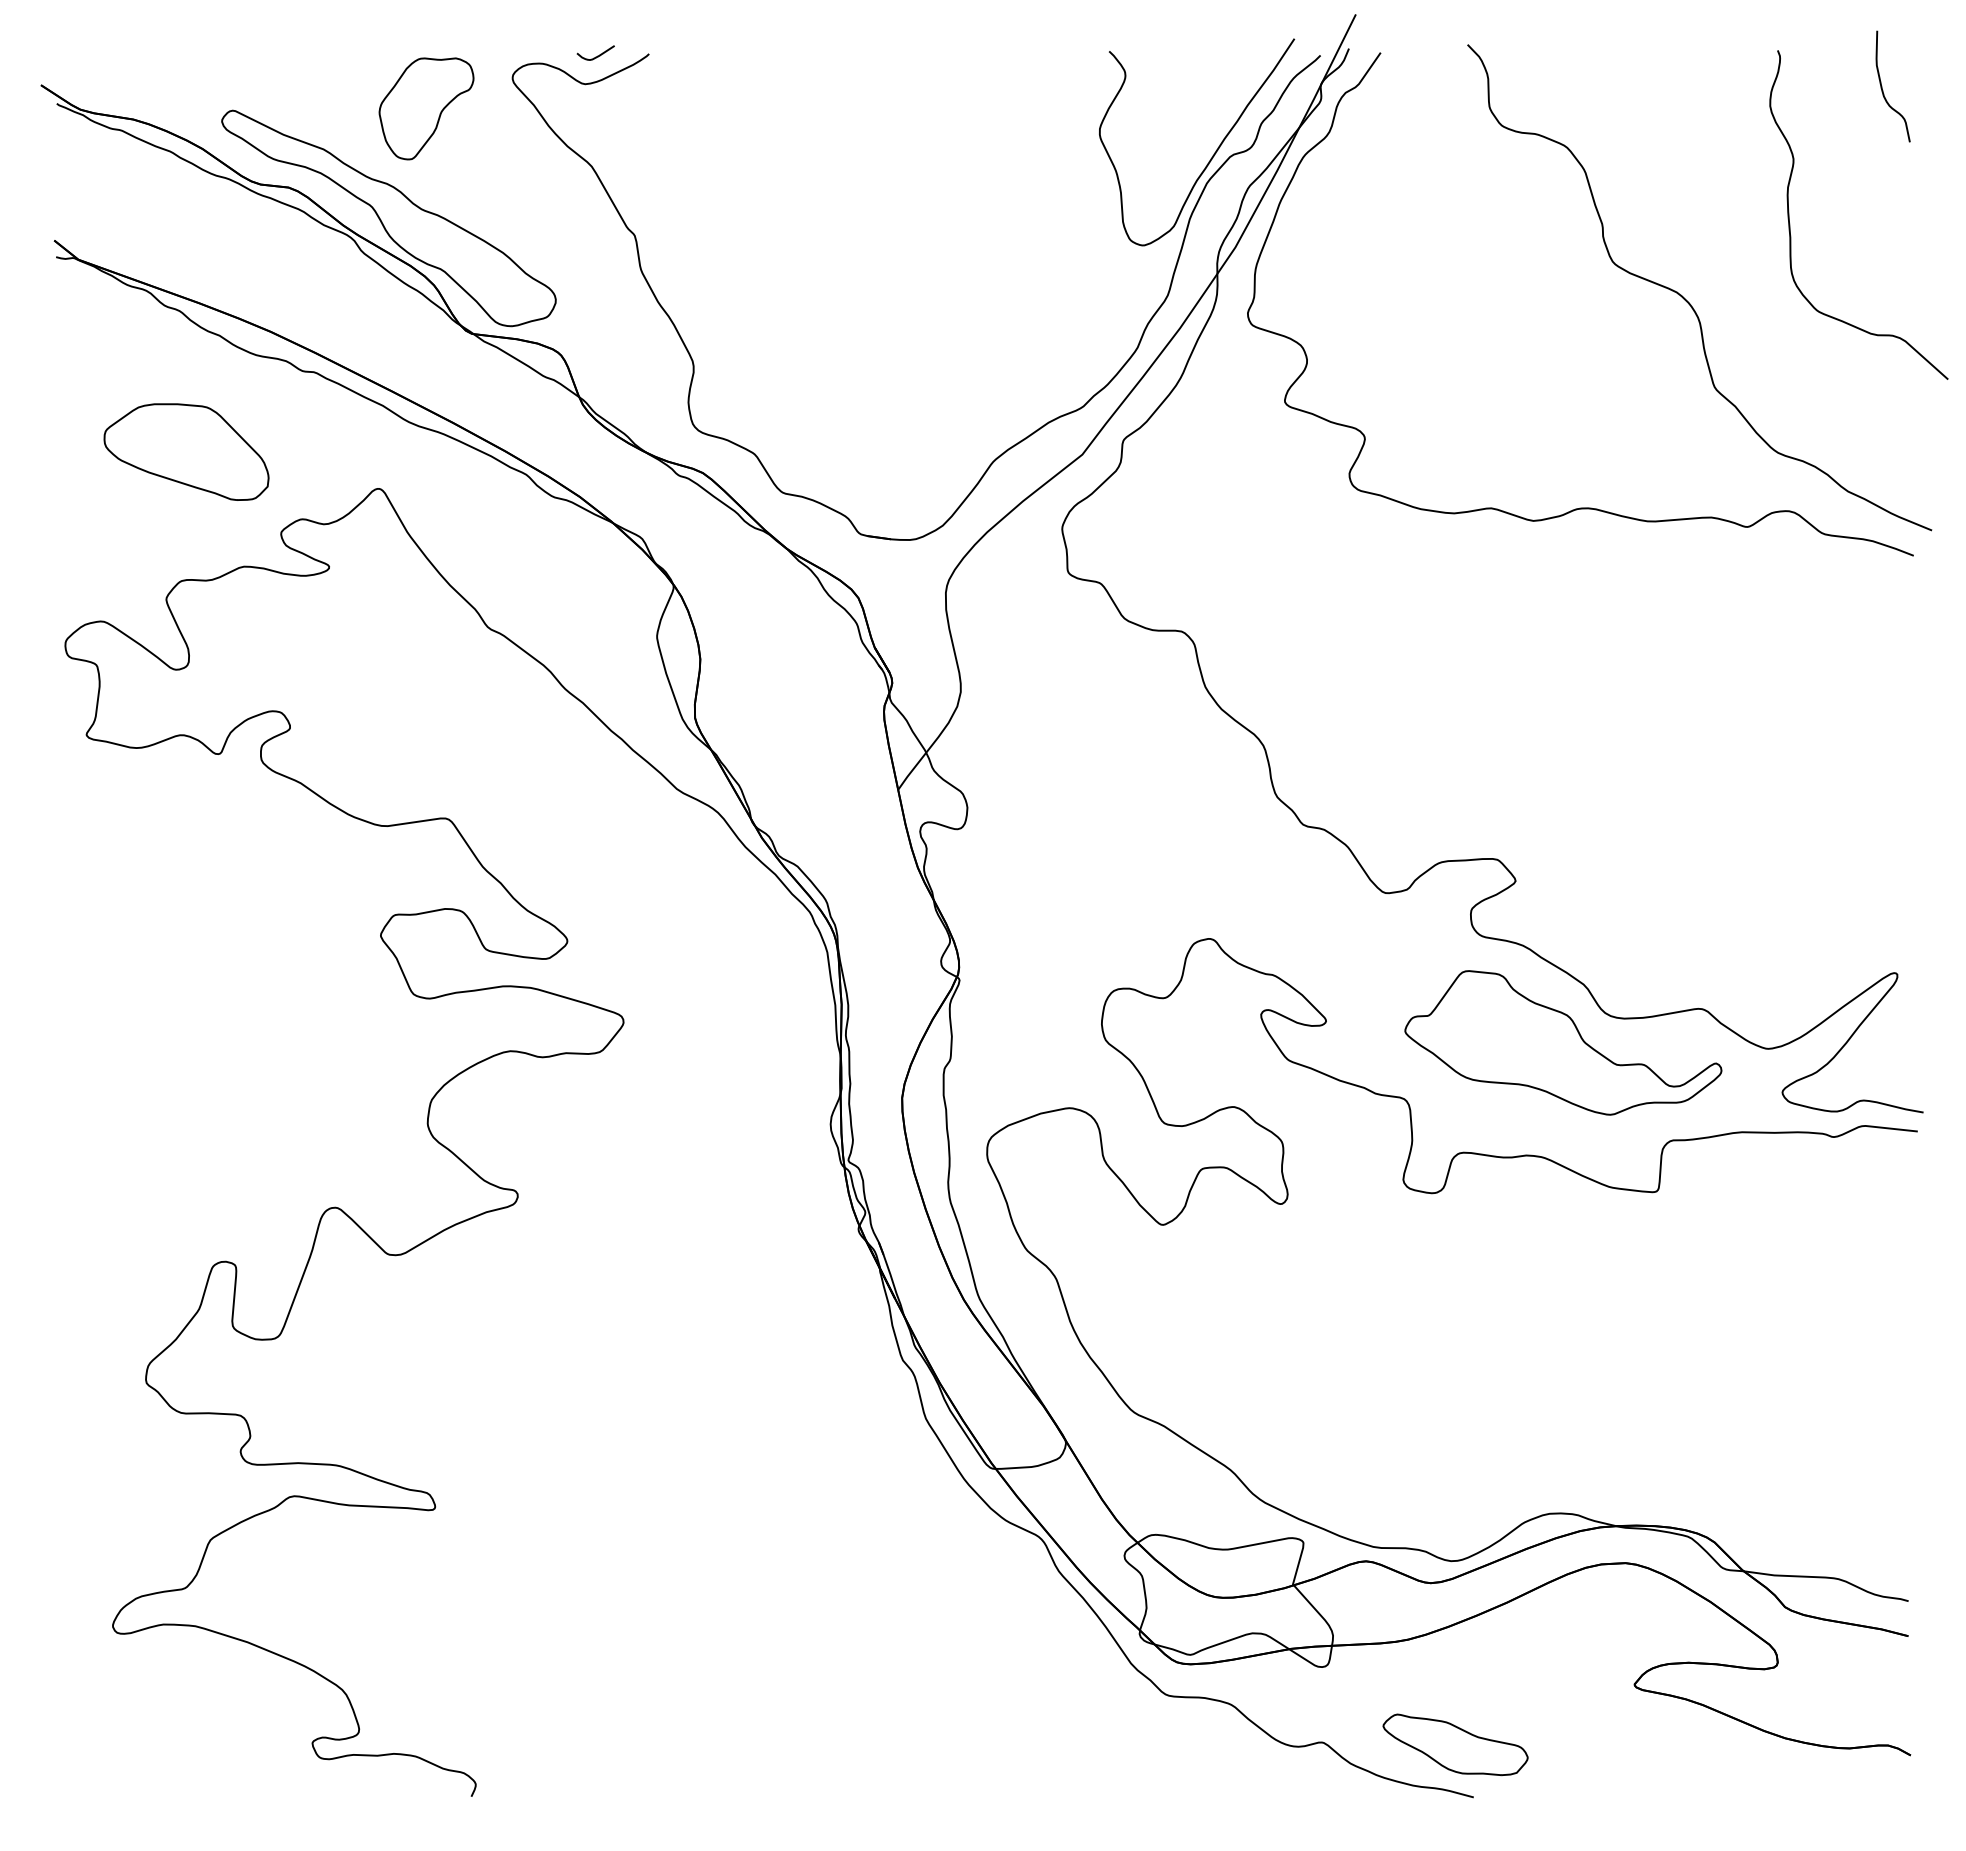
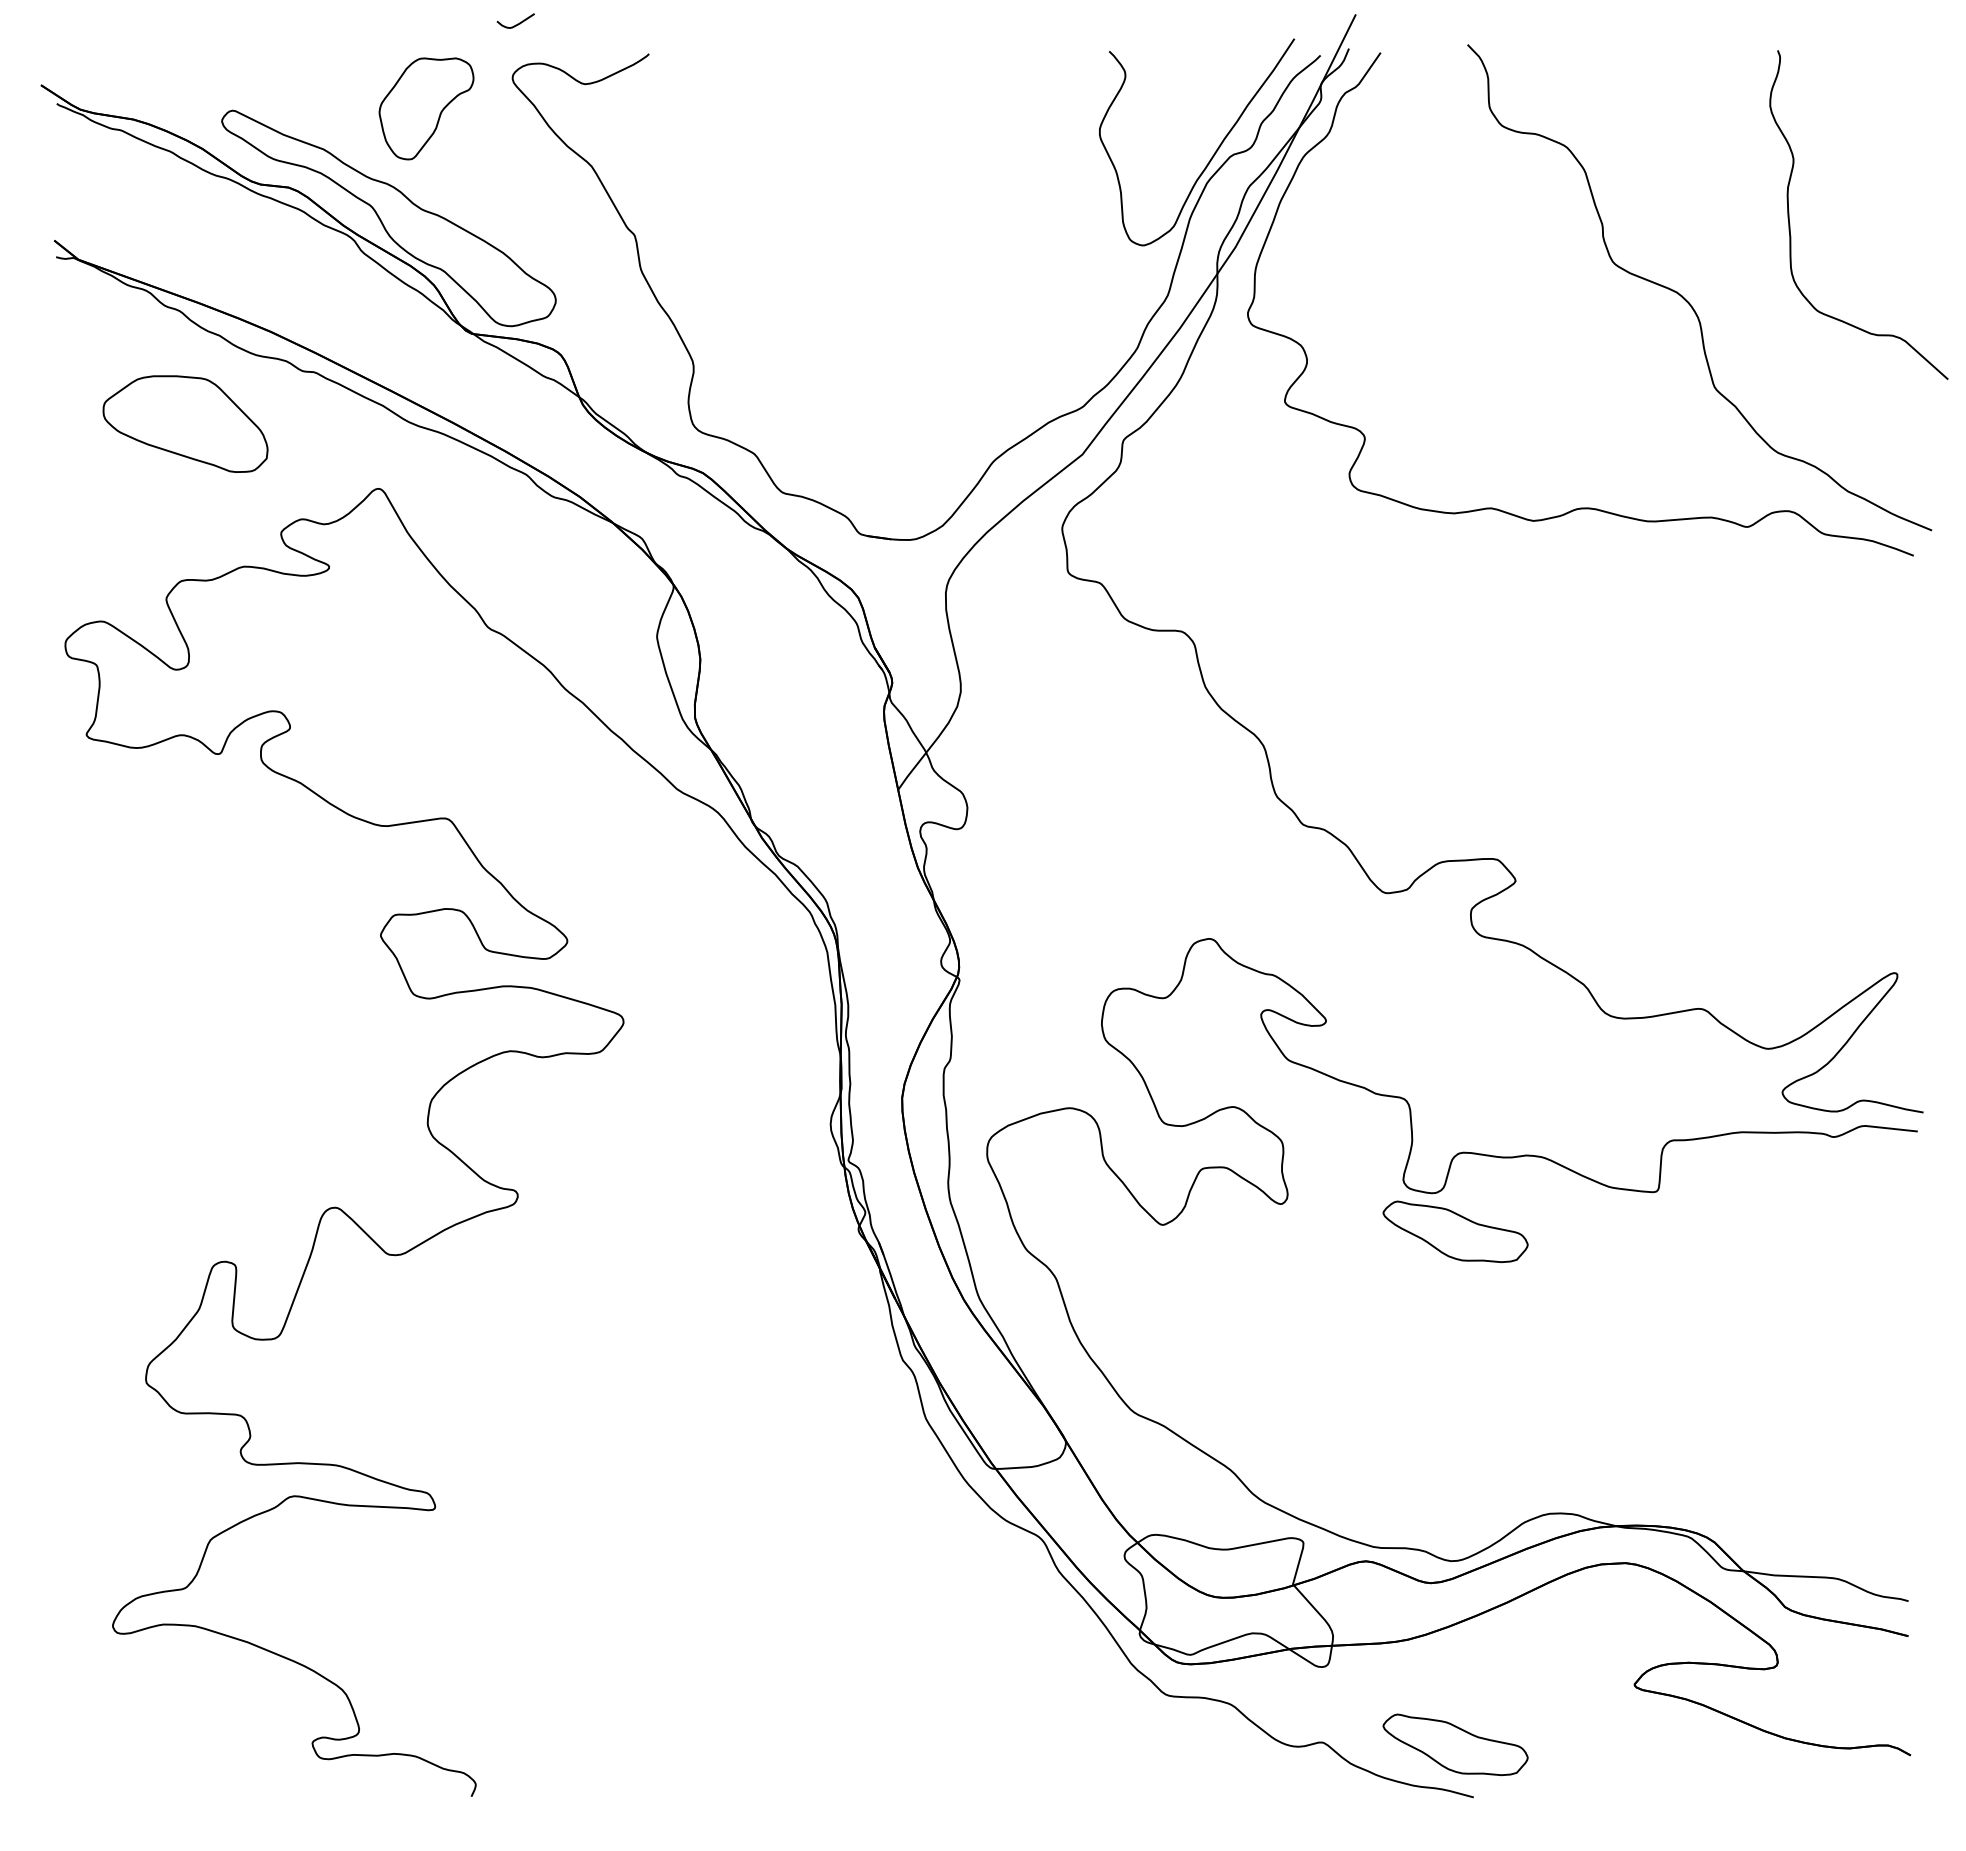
curve at (597, 55) position: (597, 55) -> (517, 23)
curve at (1883, 90): present -> none
part at (186, 451) position: (186, 451) -> (185, 423)
part at (1563, 1042): present -> none
part at (1455, 1231): none -> present
